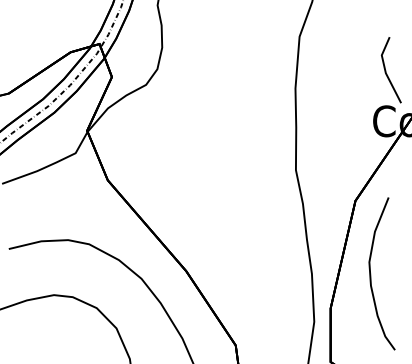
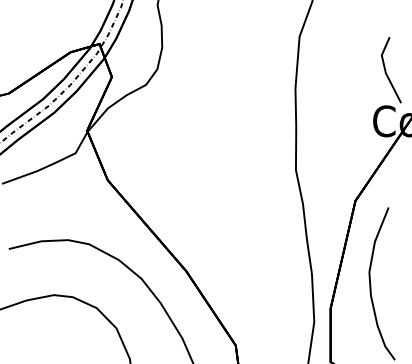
curve at (371, 273) position: (371, 273) -> (371, 283)
